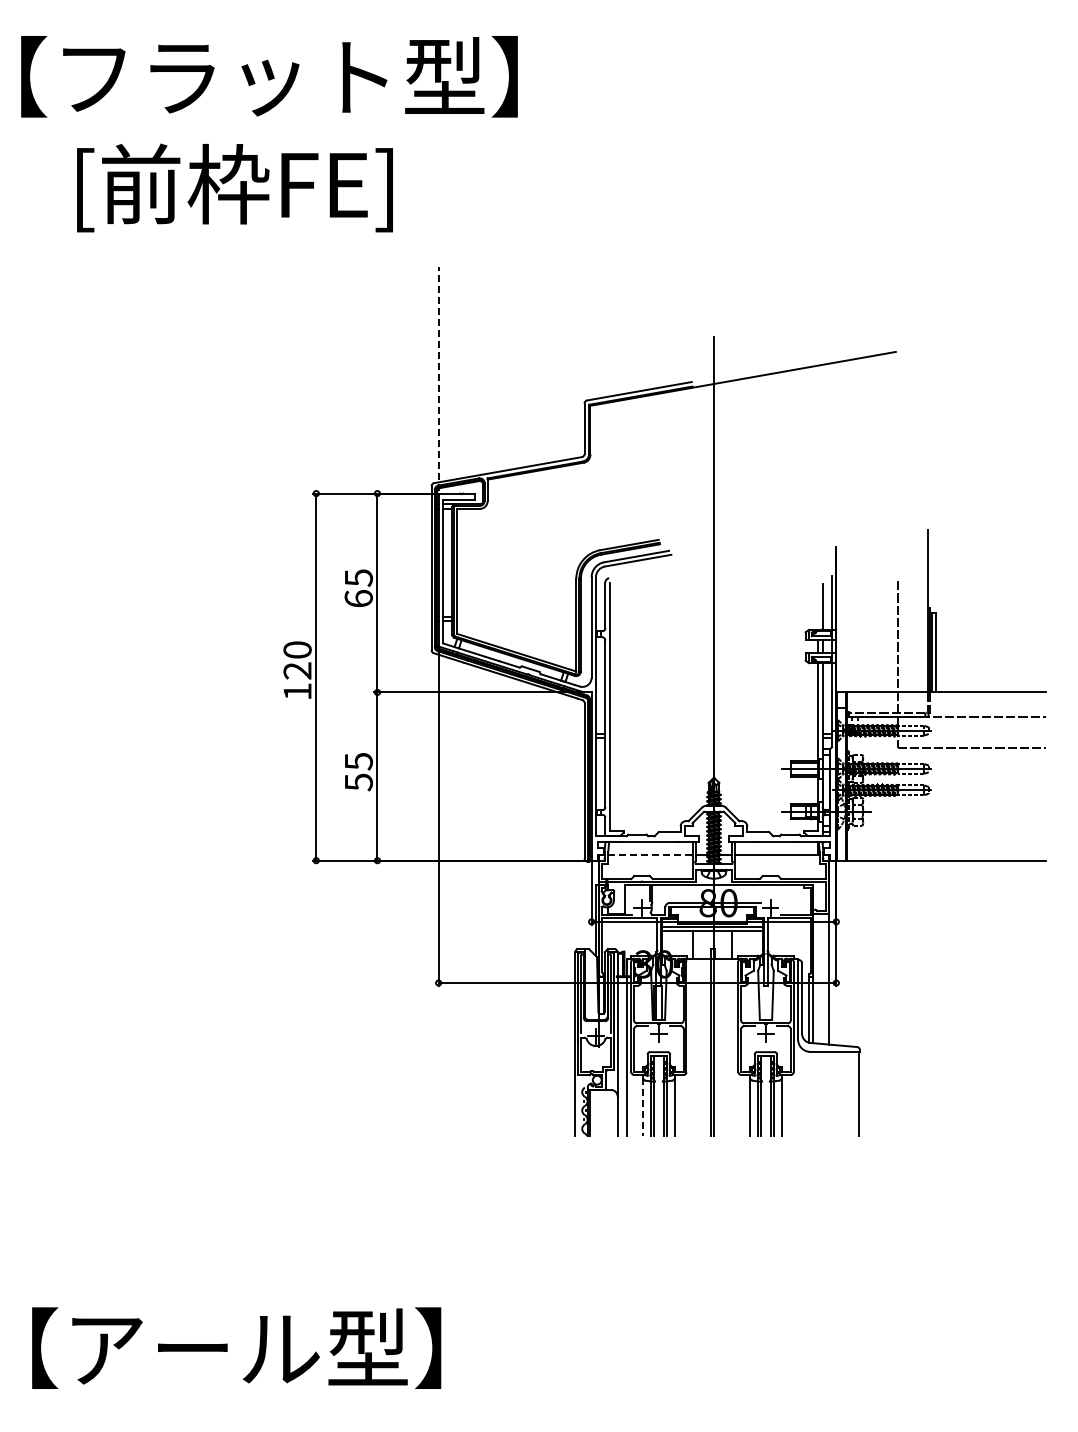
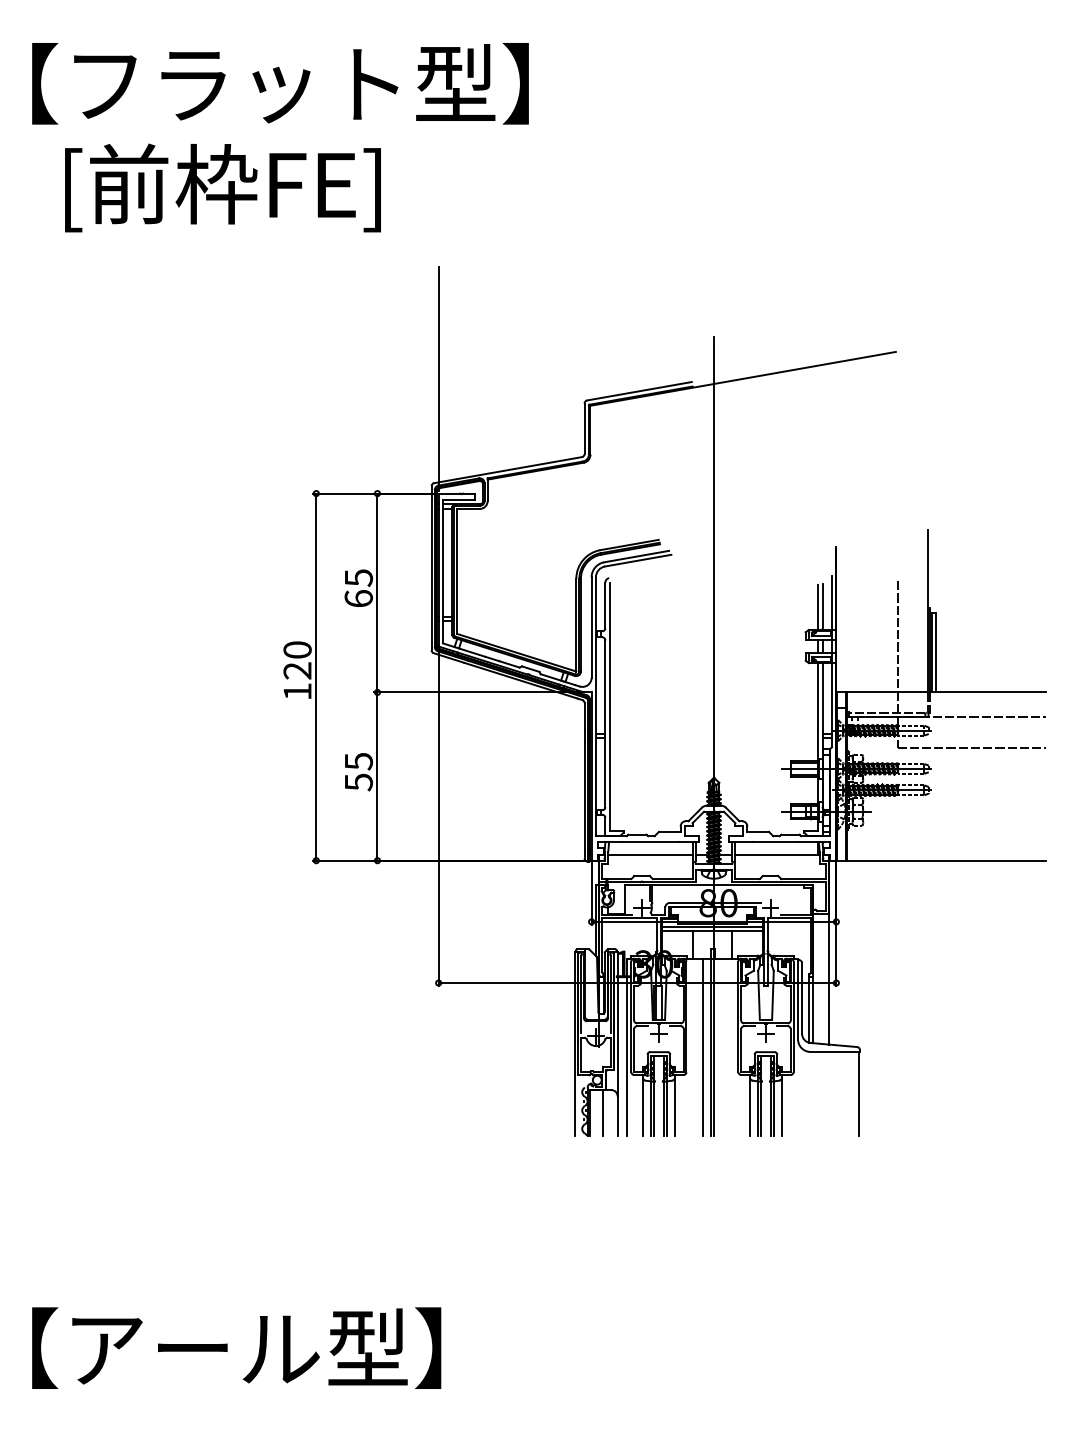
text at (269, 76) position: (269, 76) -> (280, 83)
text at (234, 187) position: (234, 187) -> (222, 187)
line at (438, 378): dashed -> solid
line at (817, 607): none -> present
line at (650, 854): dashed -> solid
line at (703, 1047): none -> present
line at (643, 1107): dashed -> solid
line at (602, 1113): none -> present
